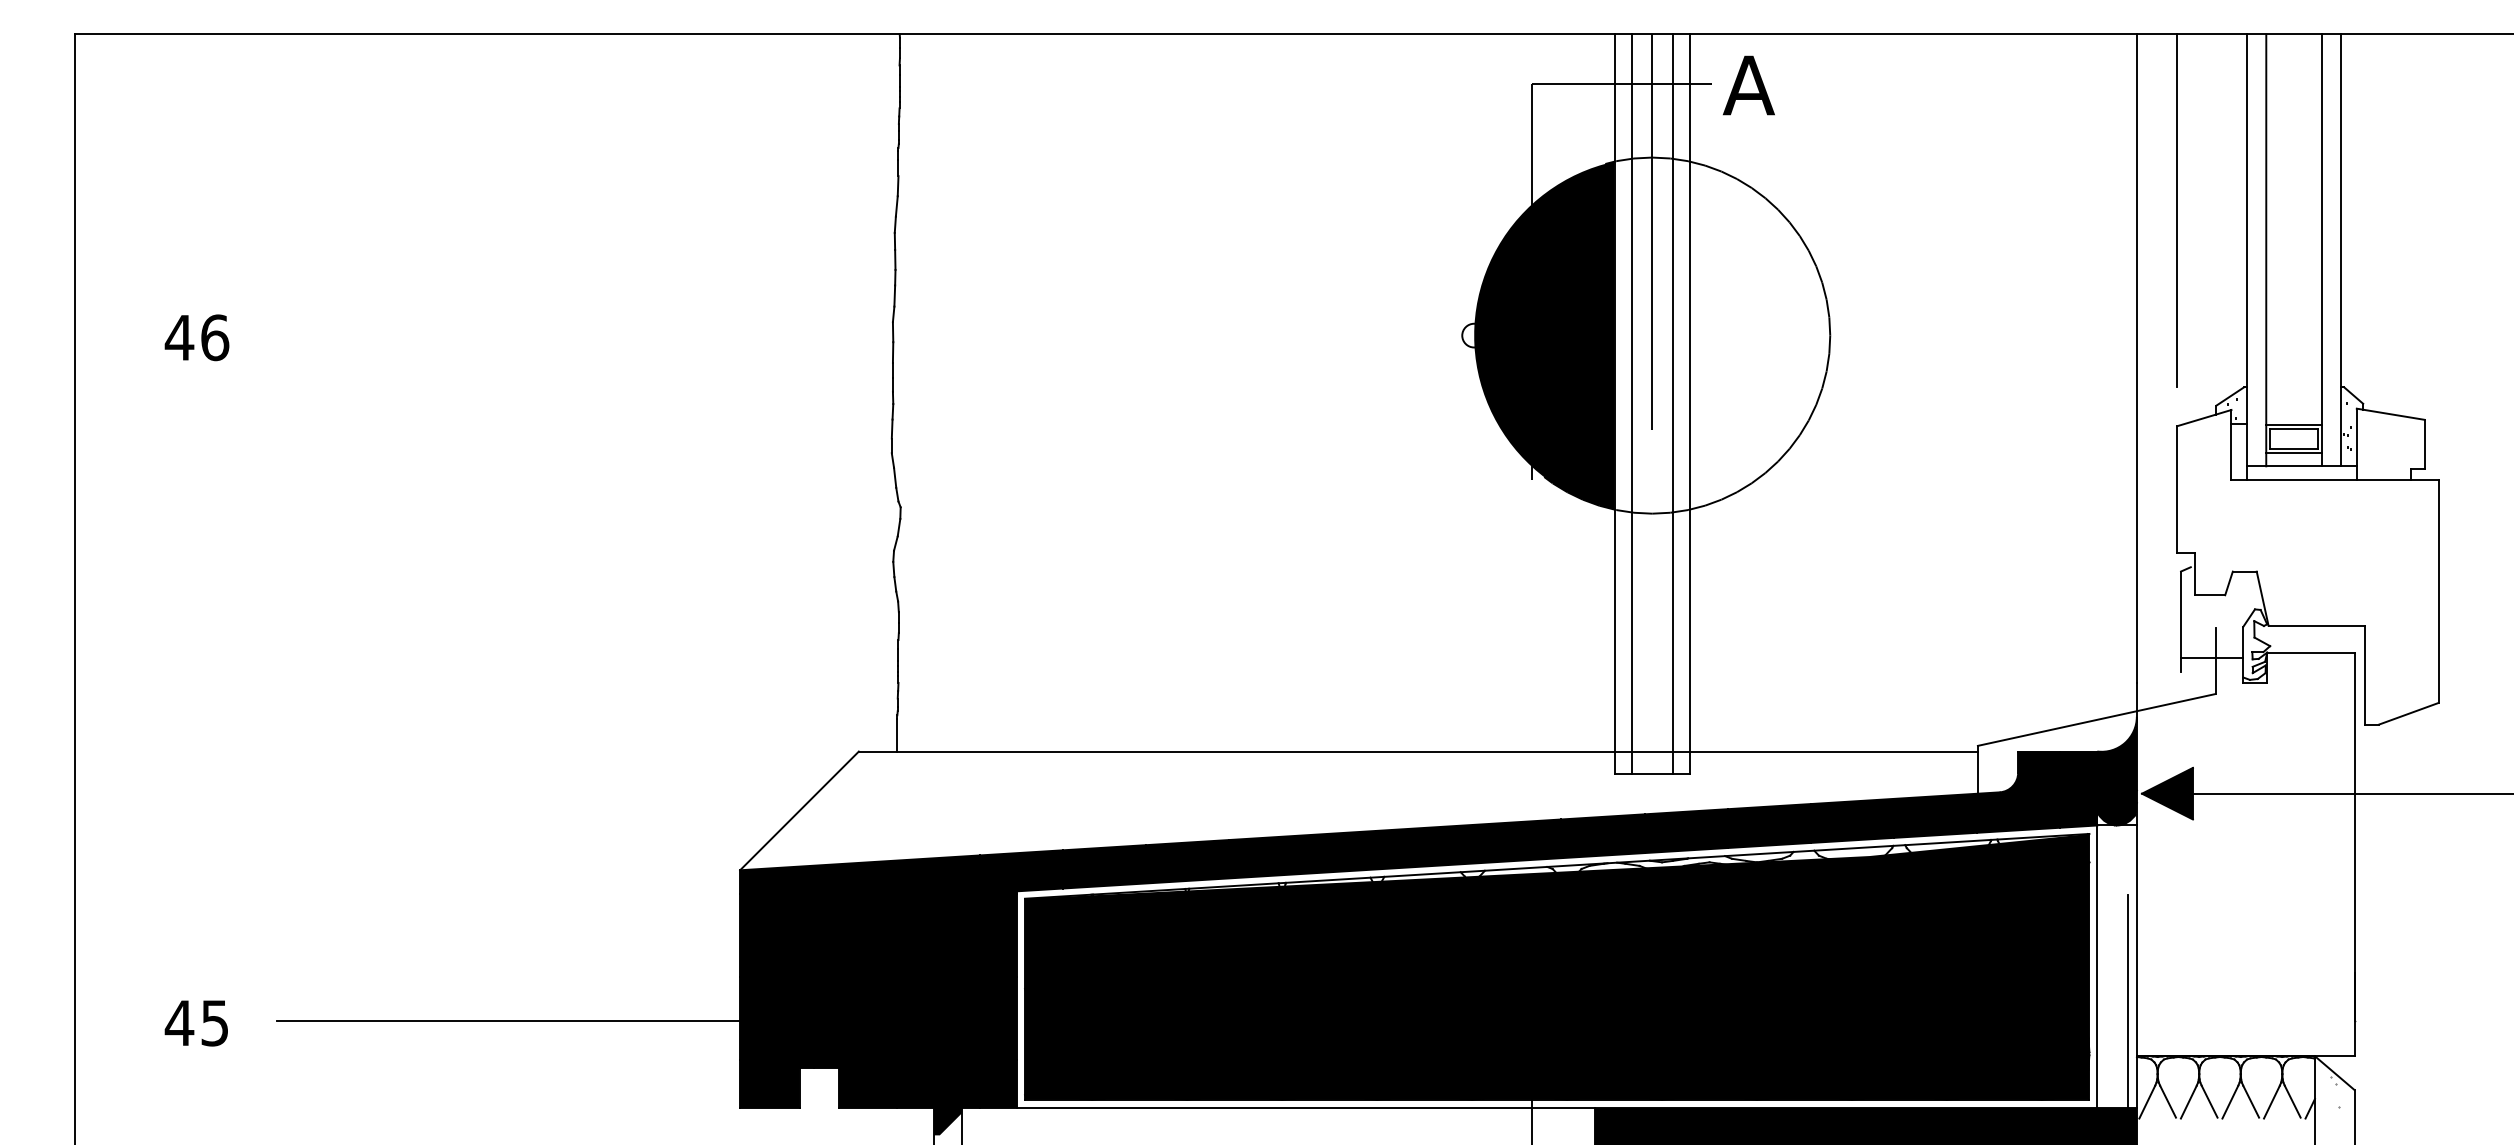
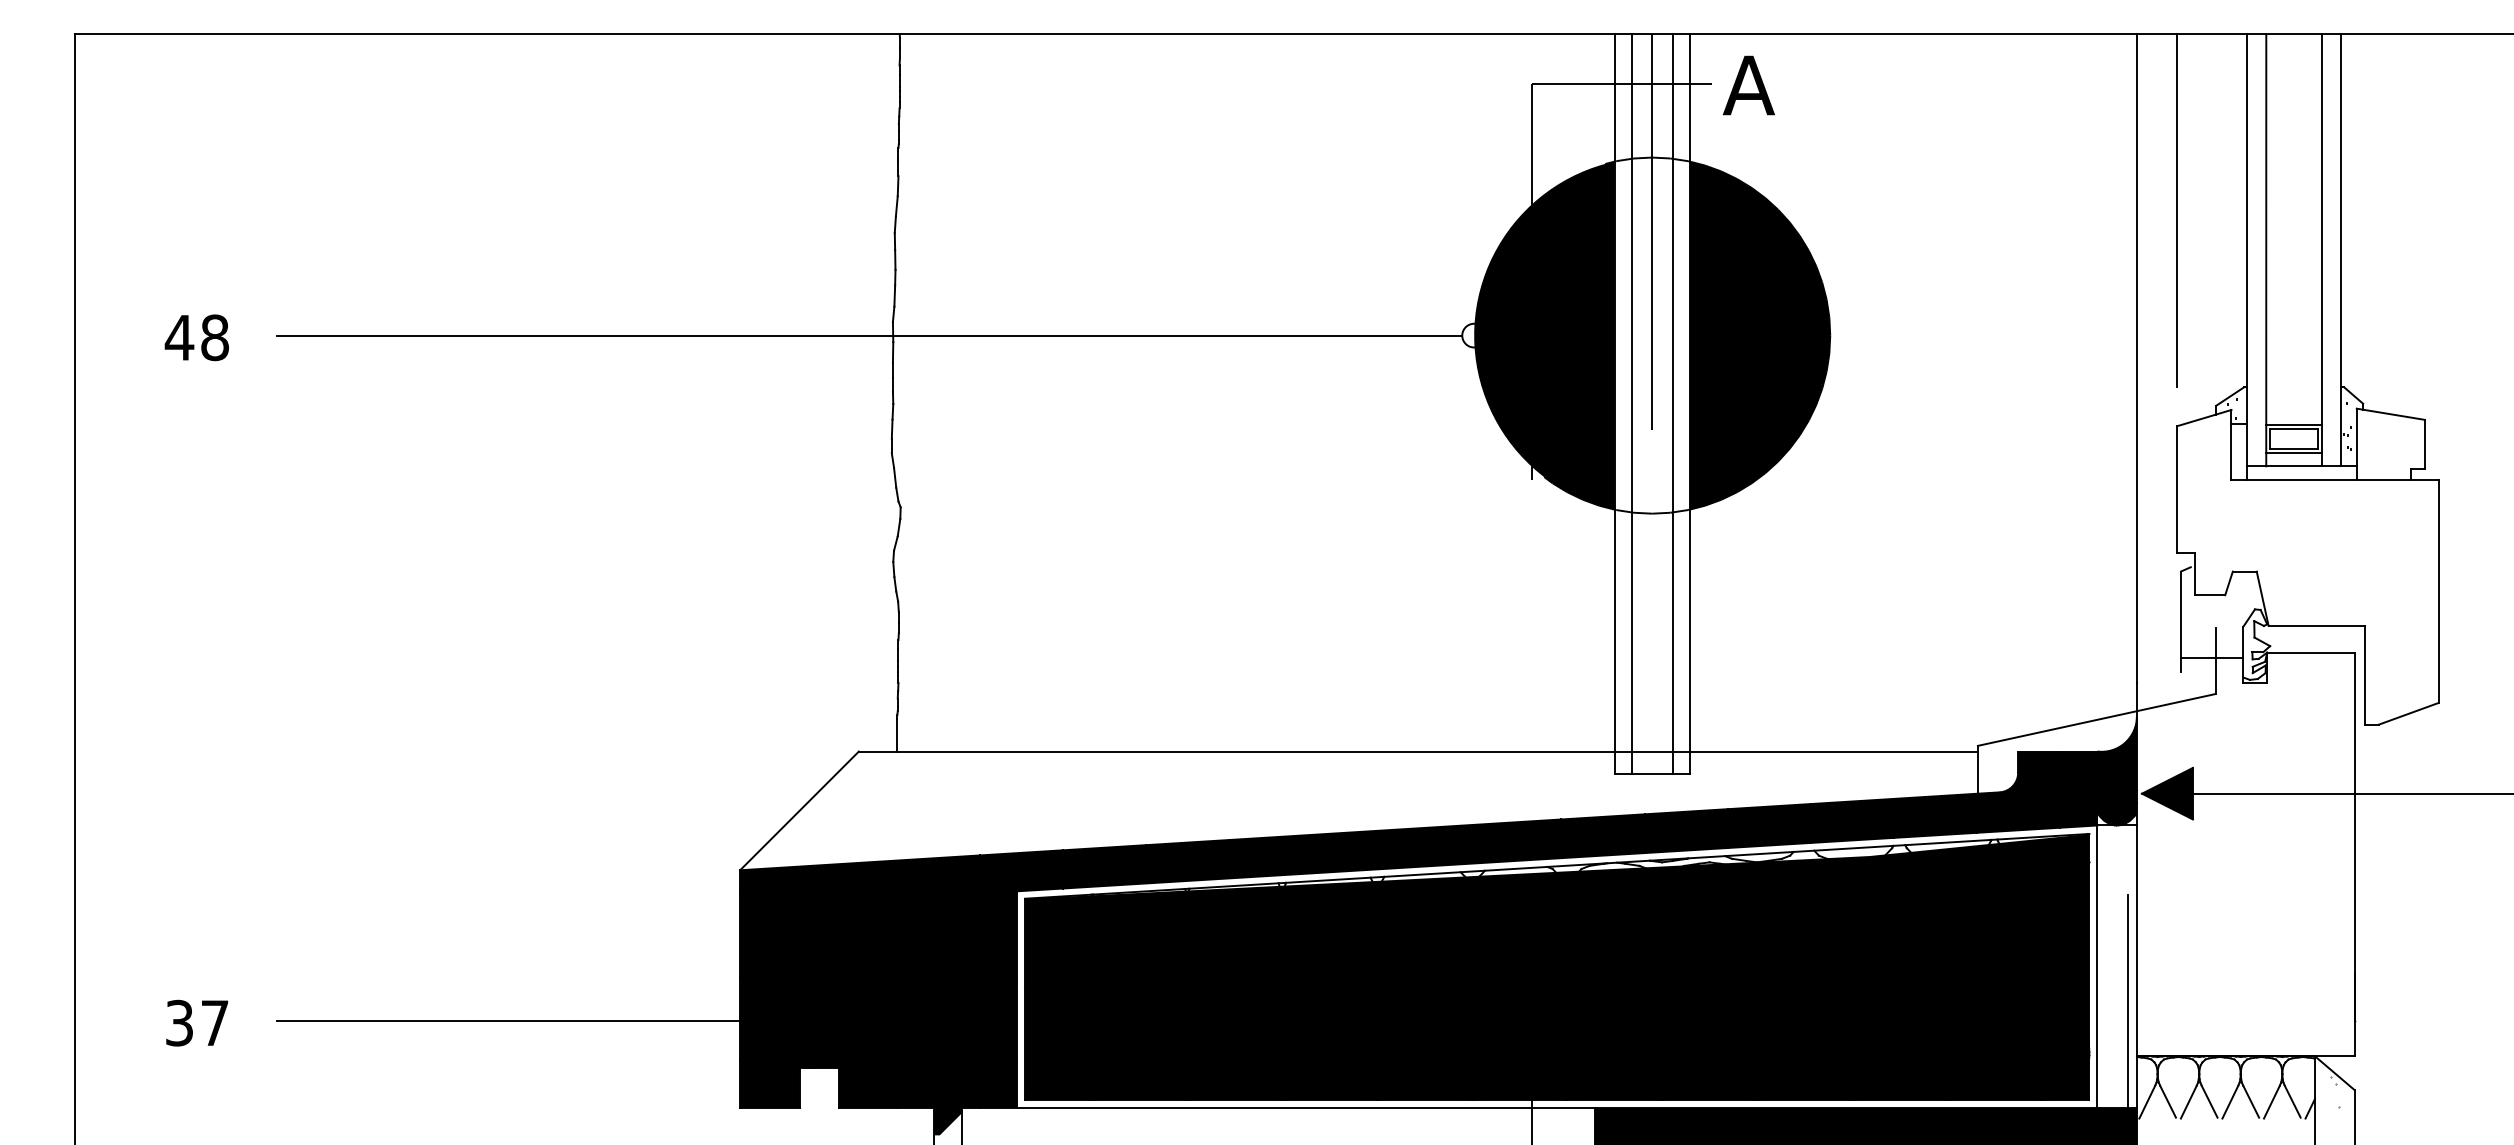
line at (869, 335): none -> present
fill at (1759, 335): none -> present
text at (215, 337): 46 -> 48
text at (196, 1022): 45 -> 37
